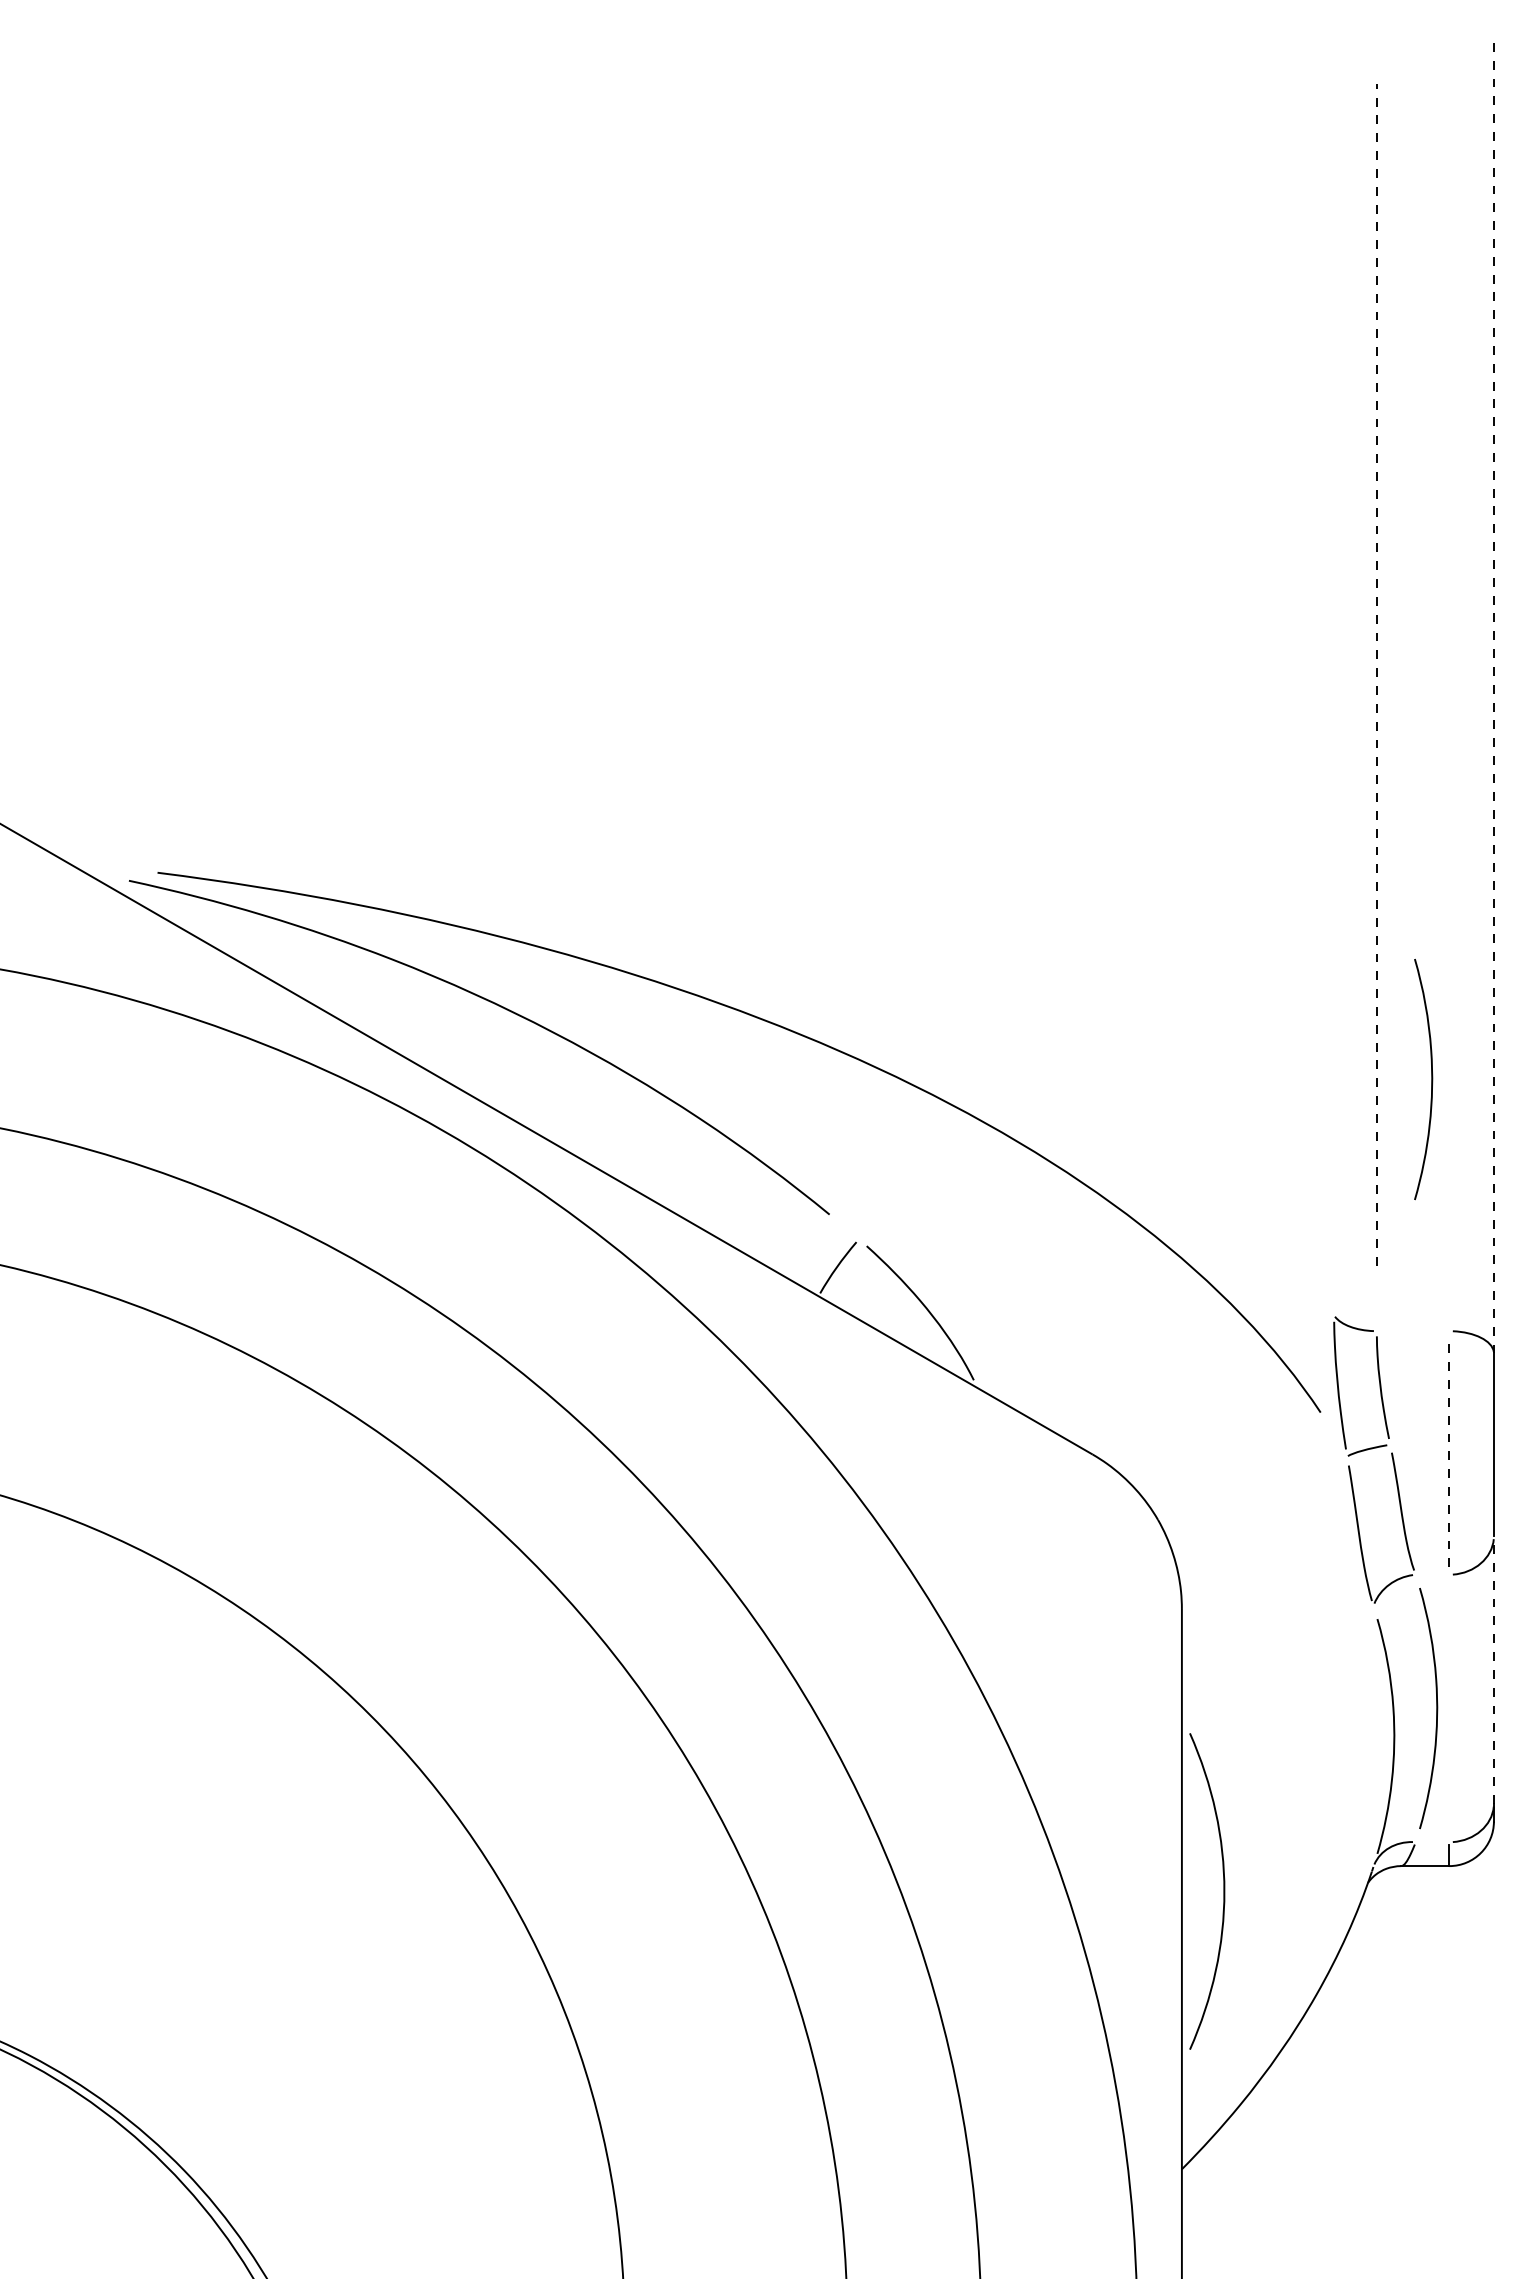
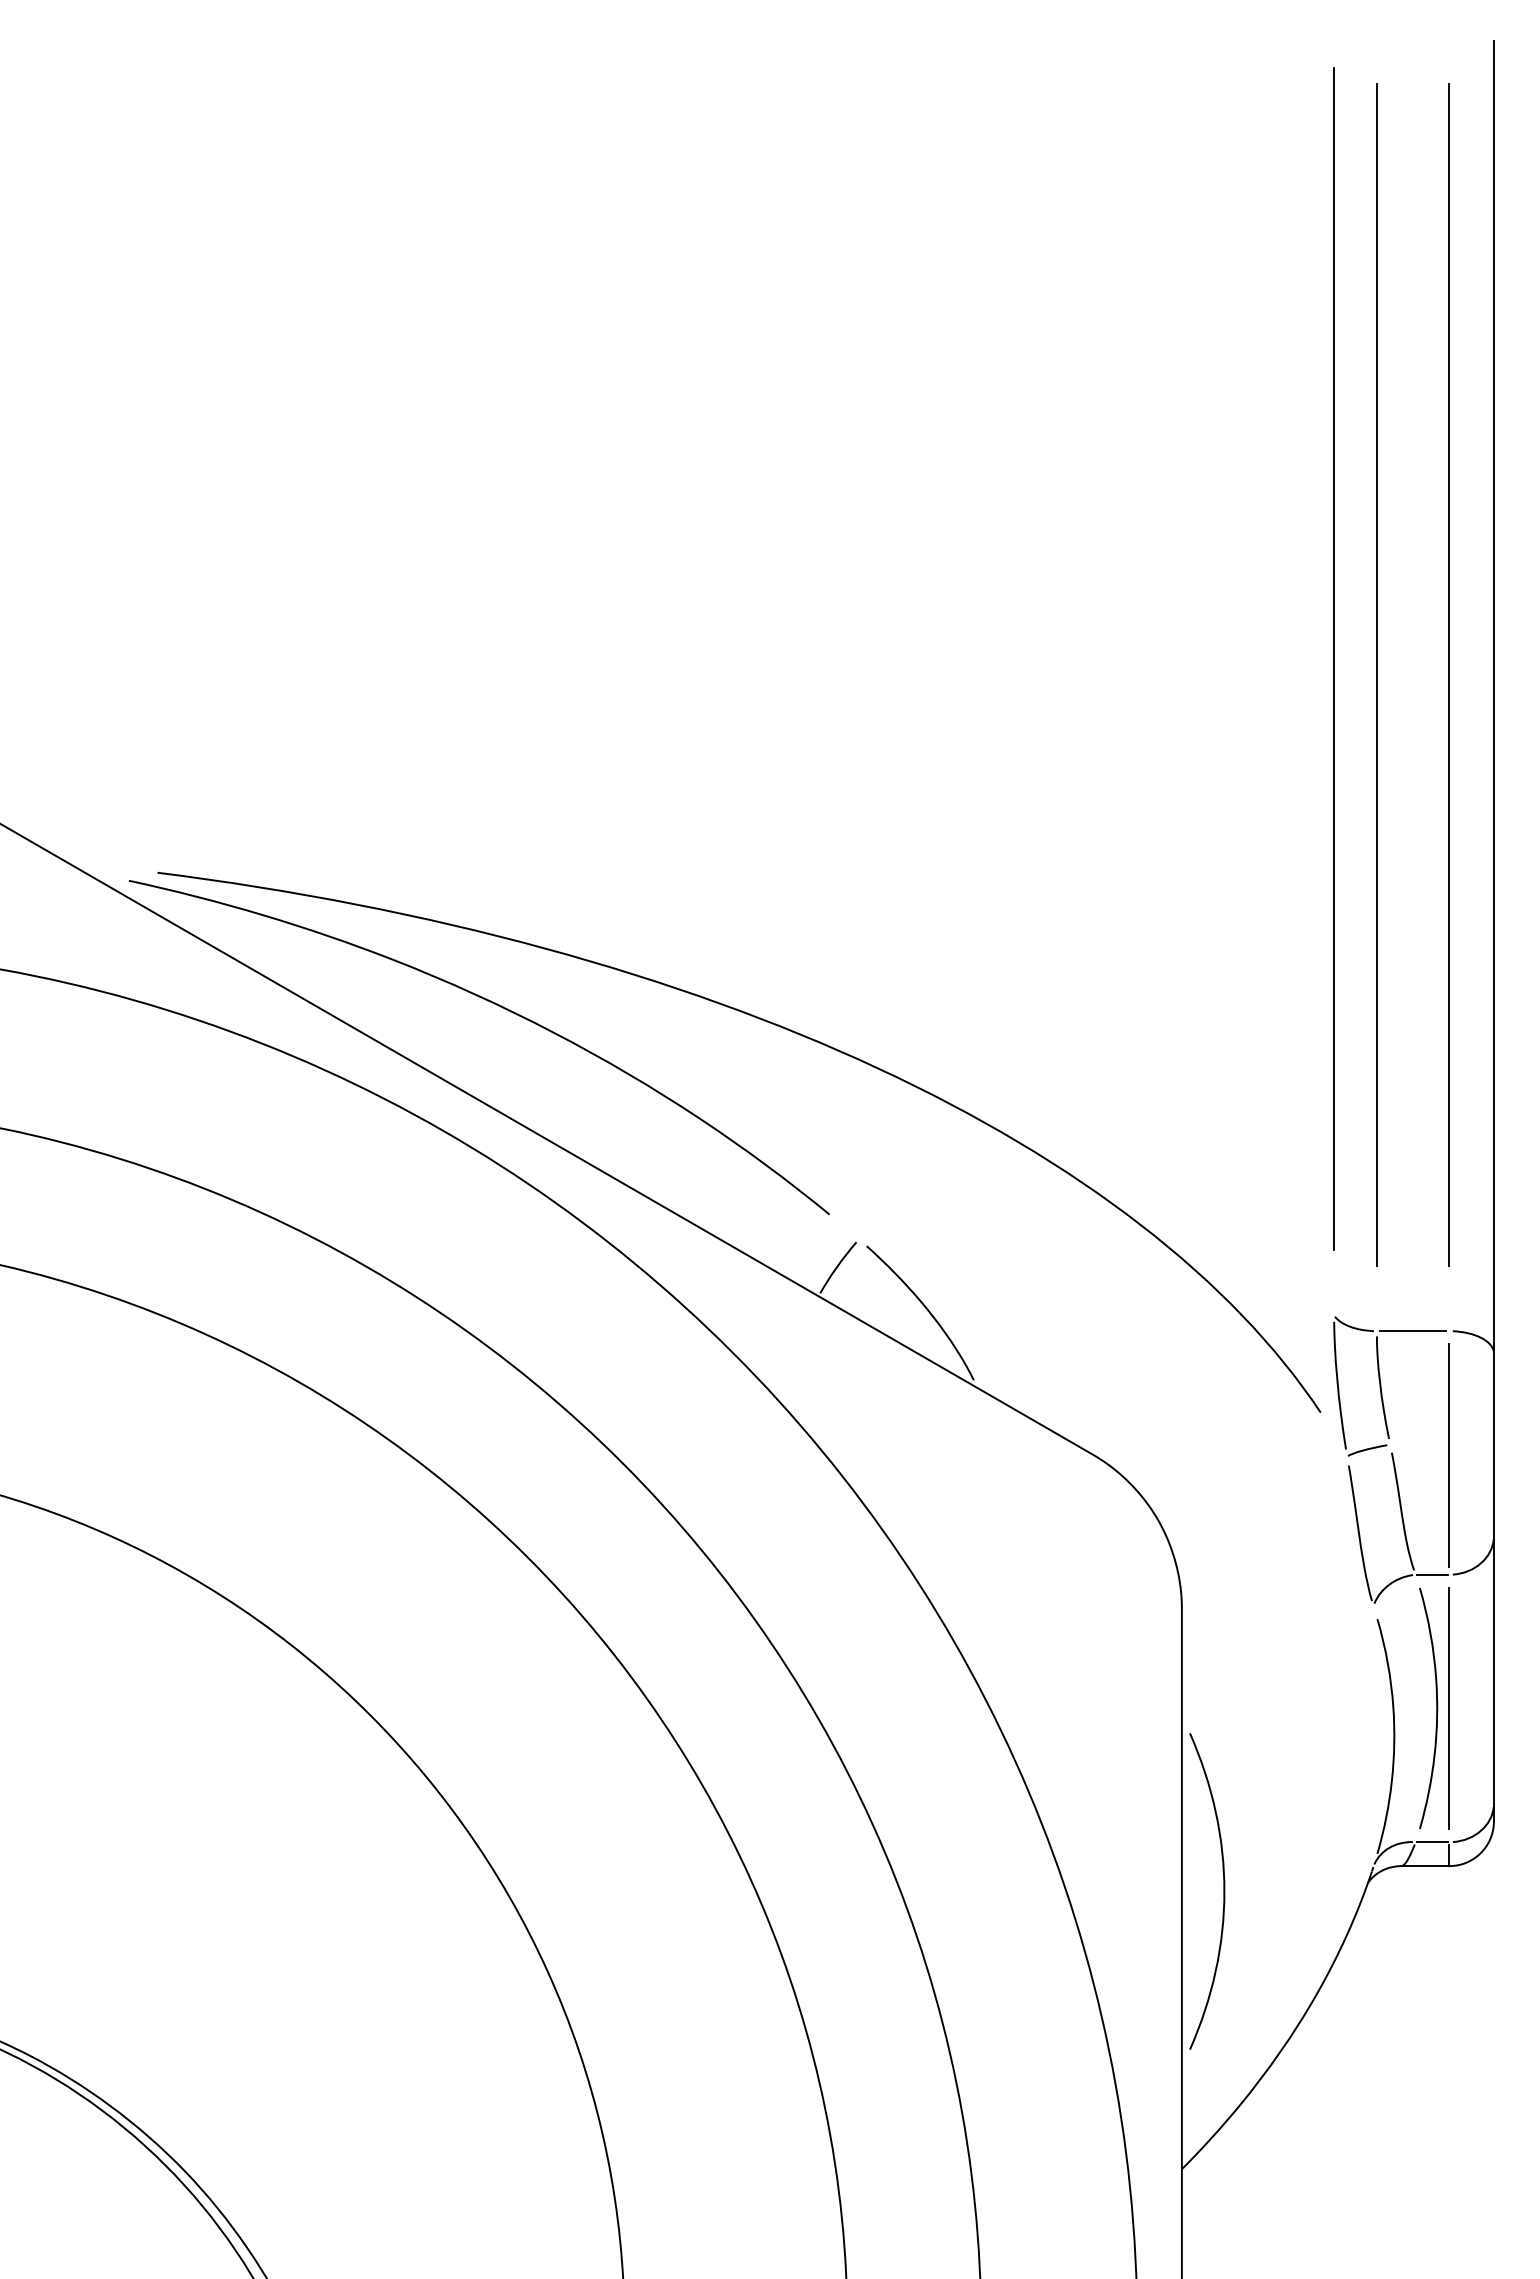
line at (1334, 658): none -> present
line at (1376, 674): dashed -> solid
line at (1449, 674): none -> present
line at (1493, 696): dashed -> solid
curve at (1431, 1079): present -> none
line at (1412, 1331): none -> present
line at (1449, 1455): dashed -> solid
line at (1432, 1574): none -> present
line at (1493, 1669): dashed -> solid
line at (1449, 1708): none -> present
line at (1432, 1842): none -> present
